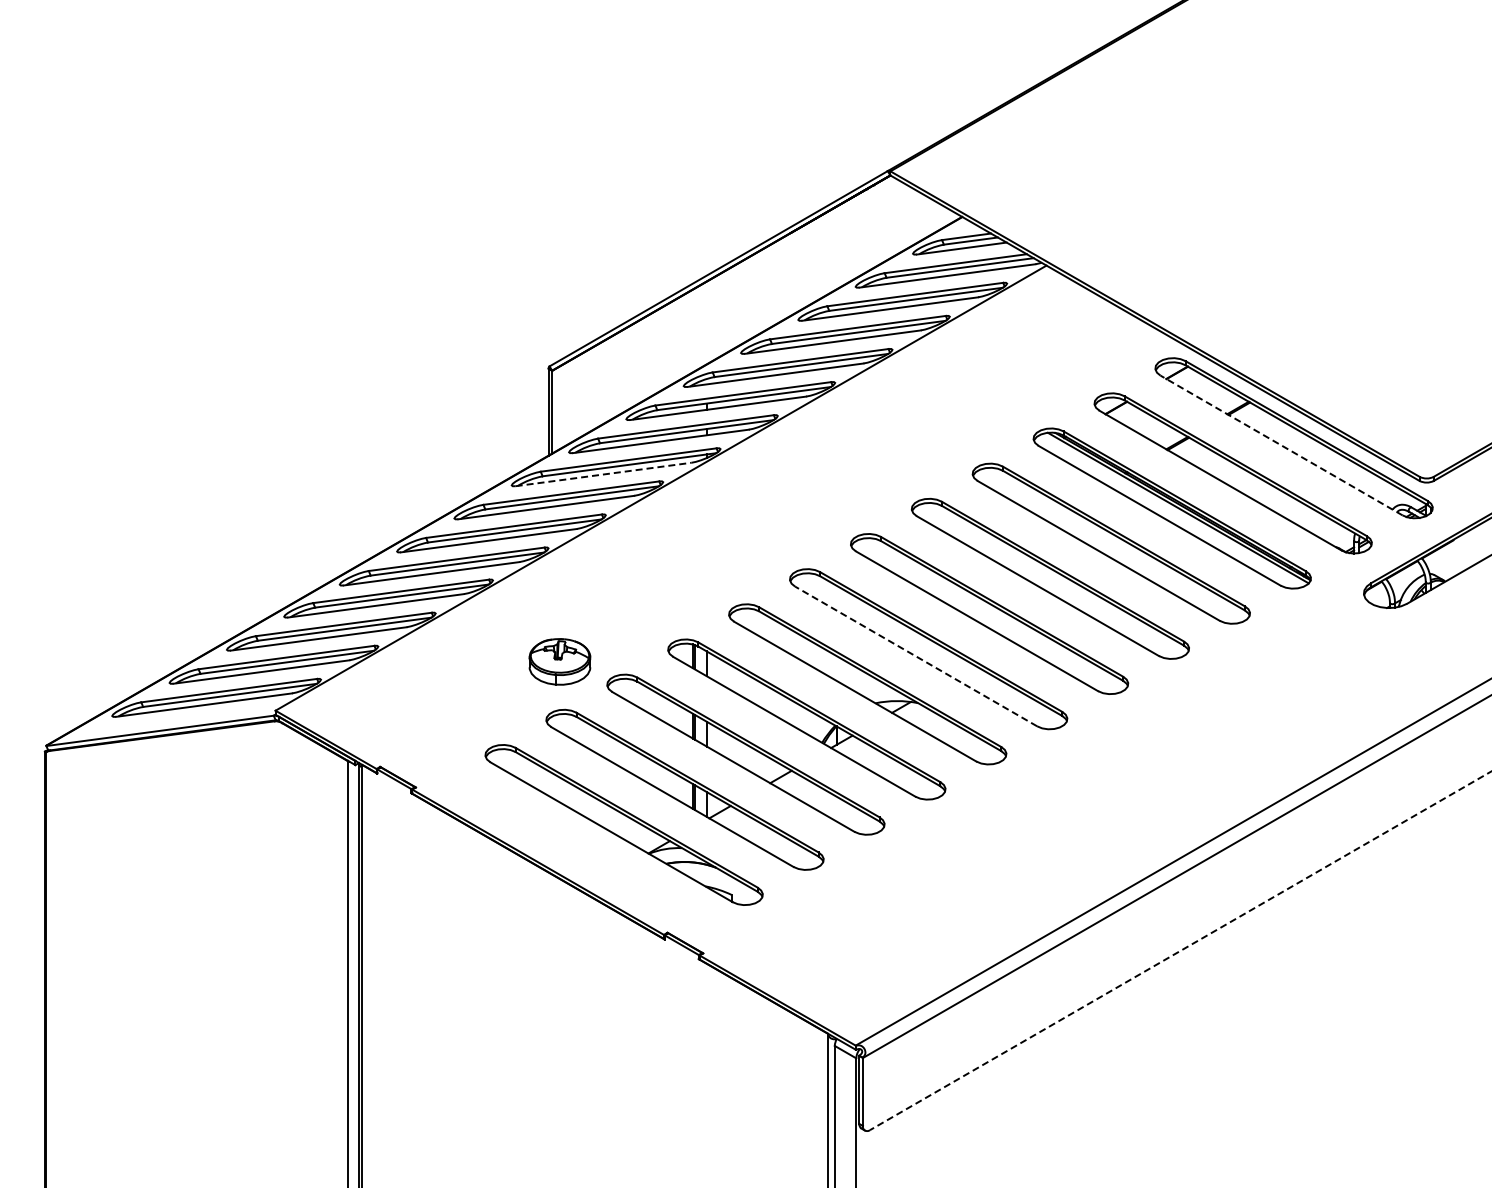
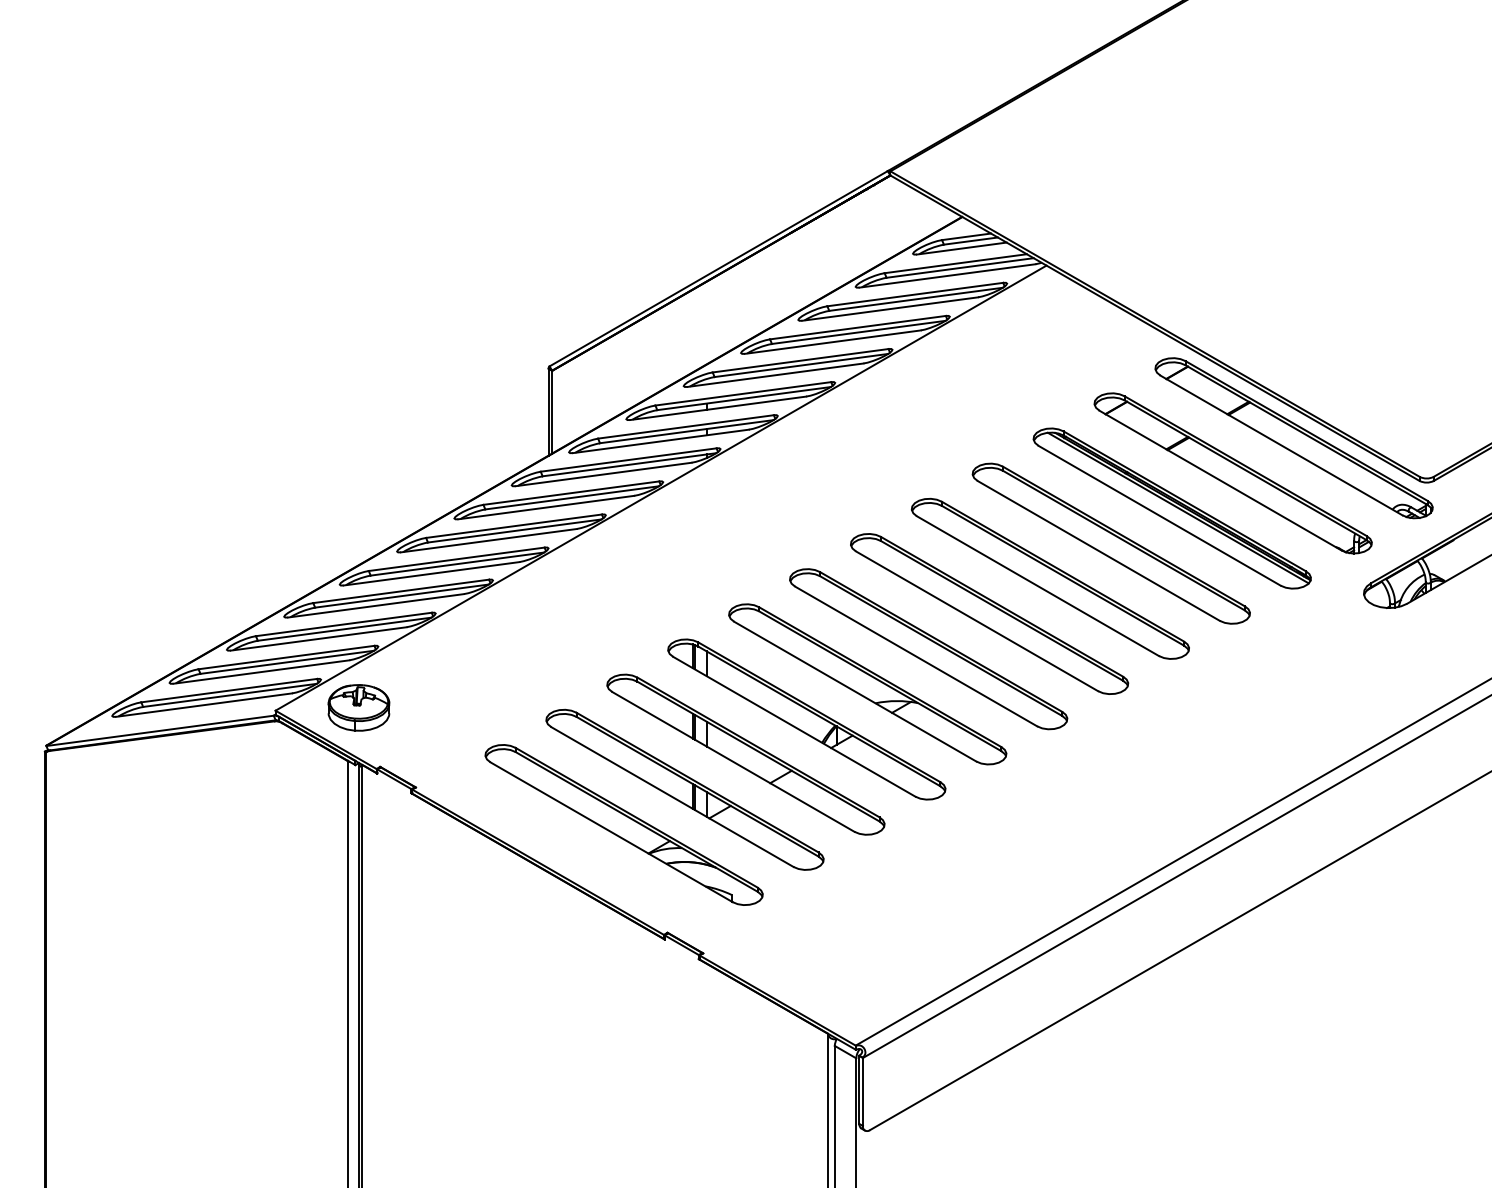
line at (1281, 445): dashed -> solid
line at (603, 474): dashed -> solid
line at (916, 656): dashed -> solid
part at (559, 661) position: (559, 661) -> (358, 707)
line at (1180, 950): dashed -> solid
